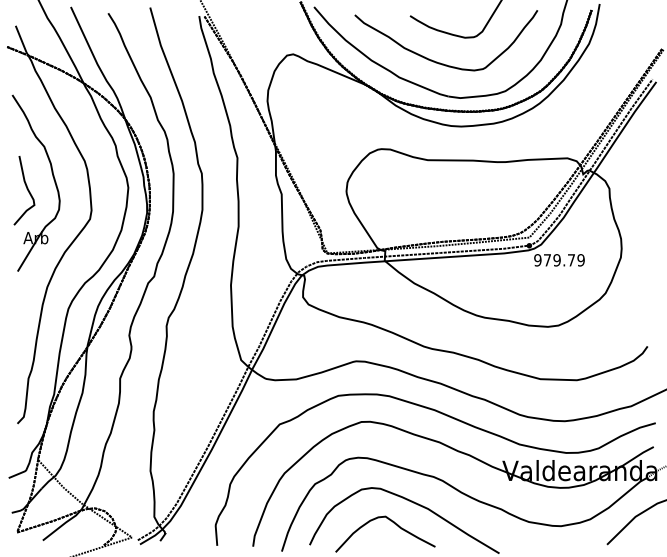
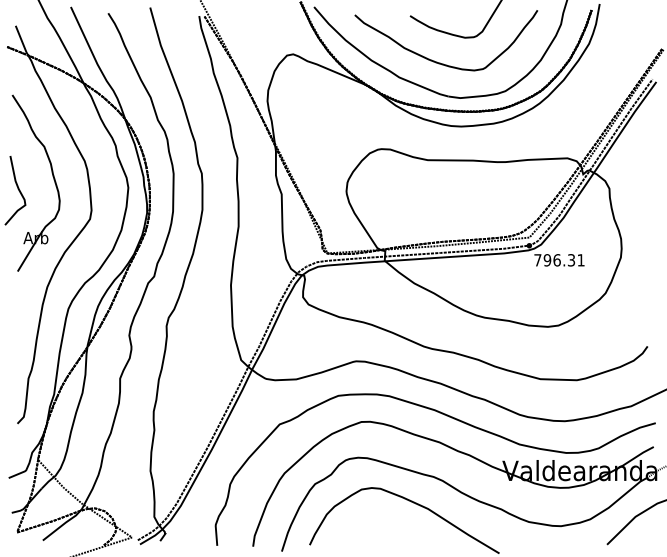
curve at (26, 189) position: (26, 189) -> (17, 189)
text at (559, 260): 979.79 -> 796.31
curve at (393, 523): present -> none
